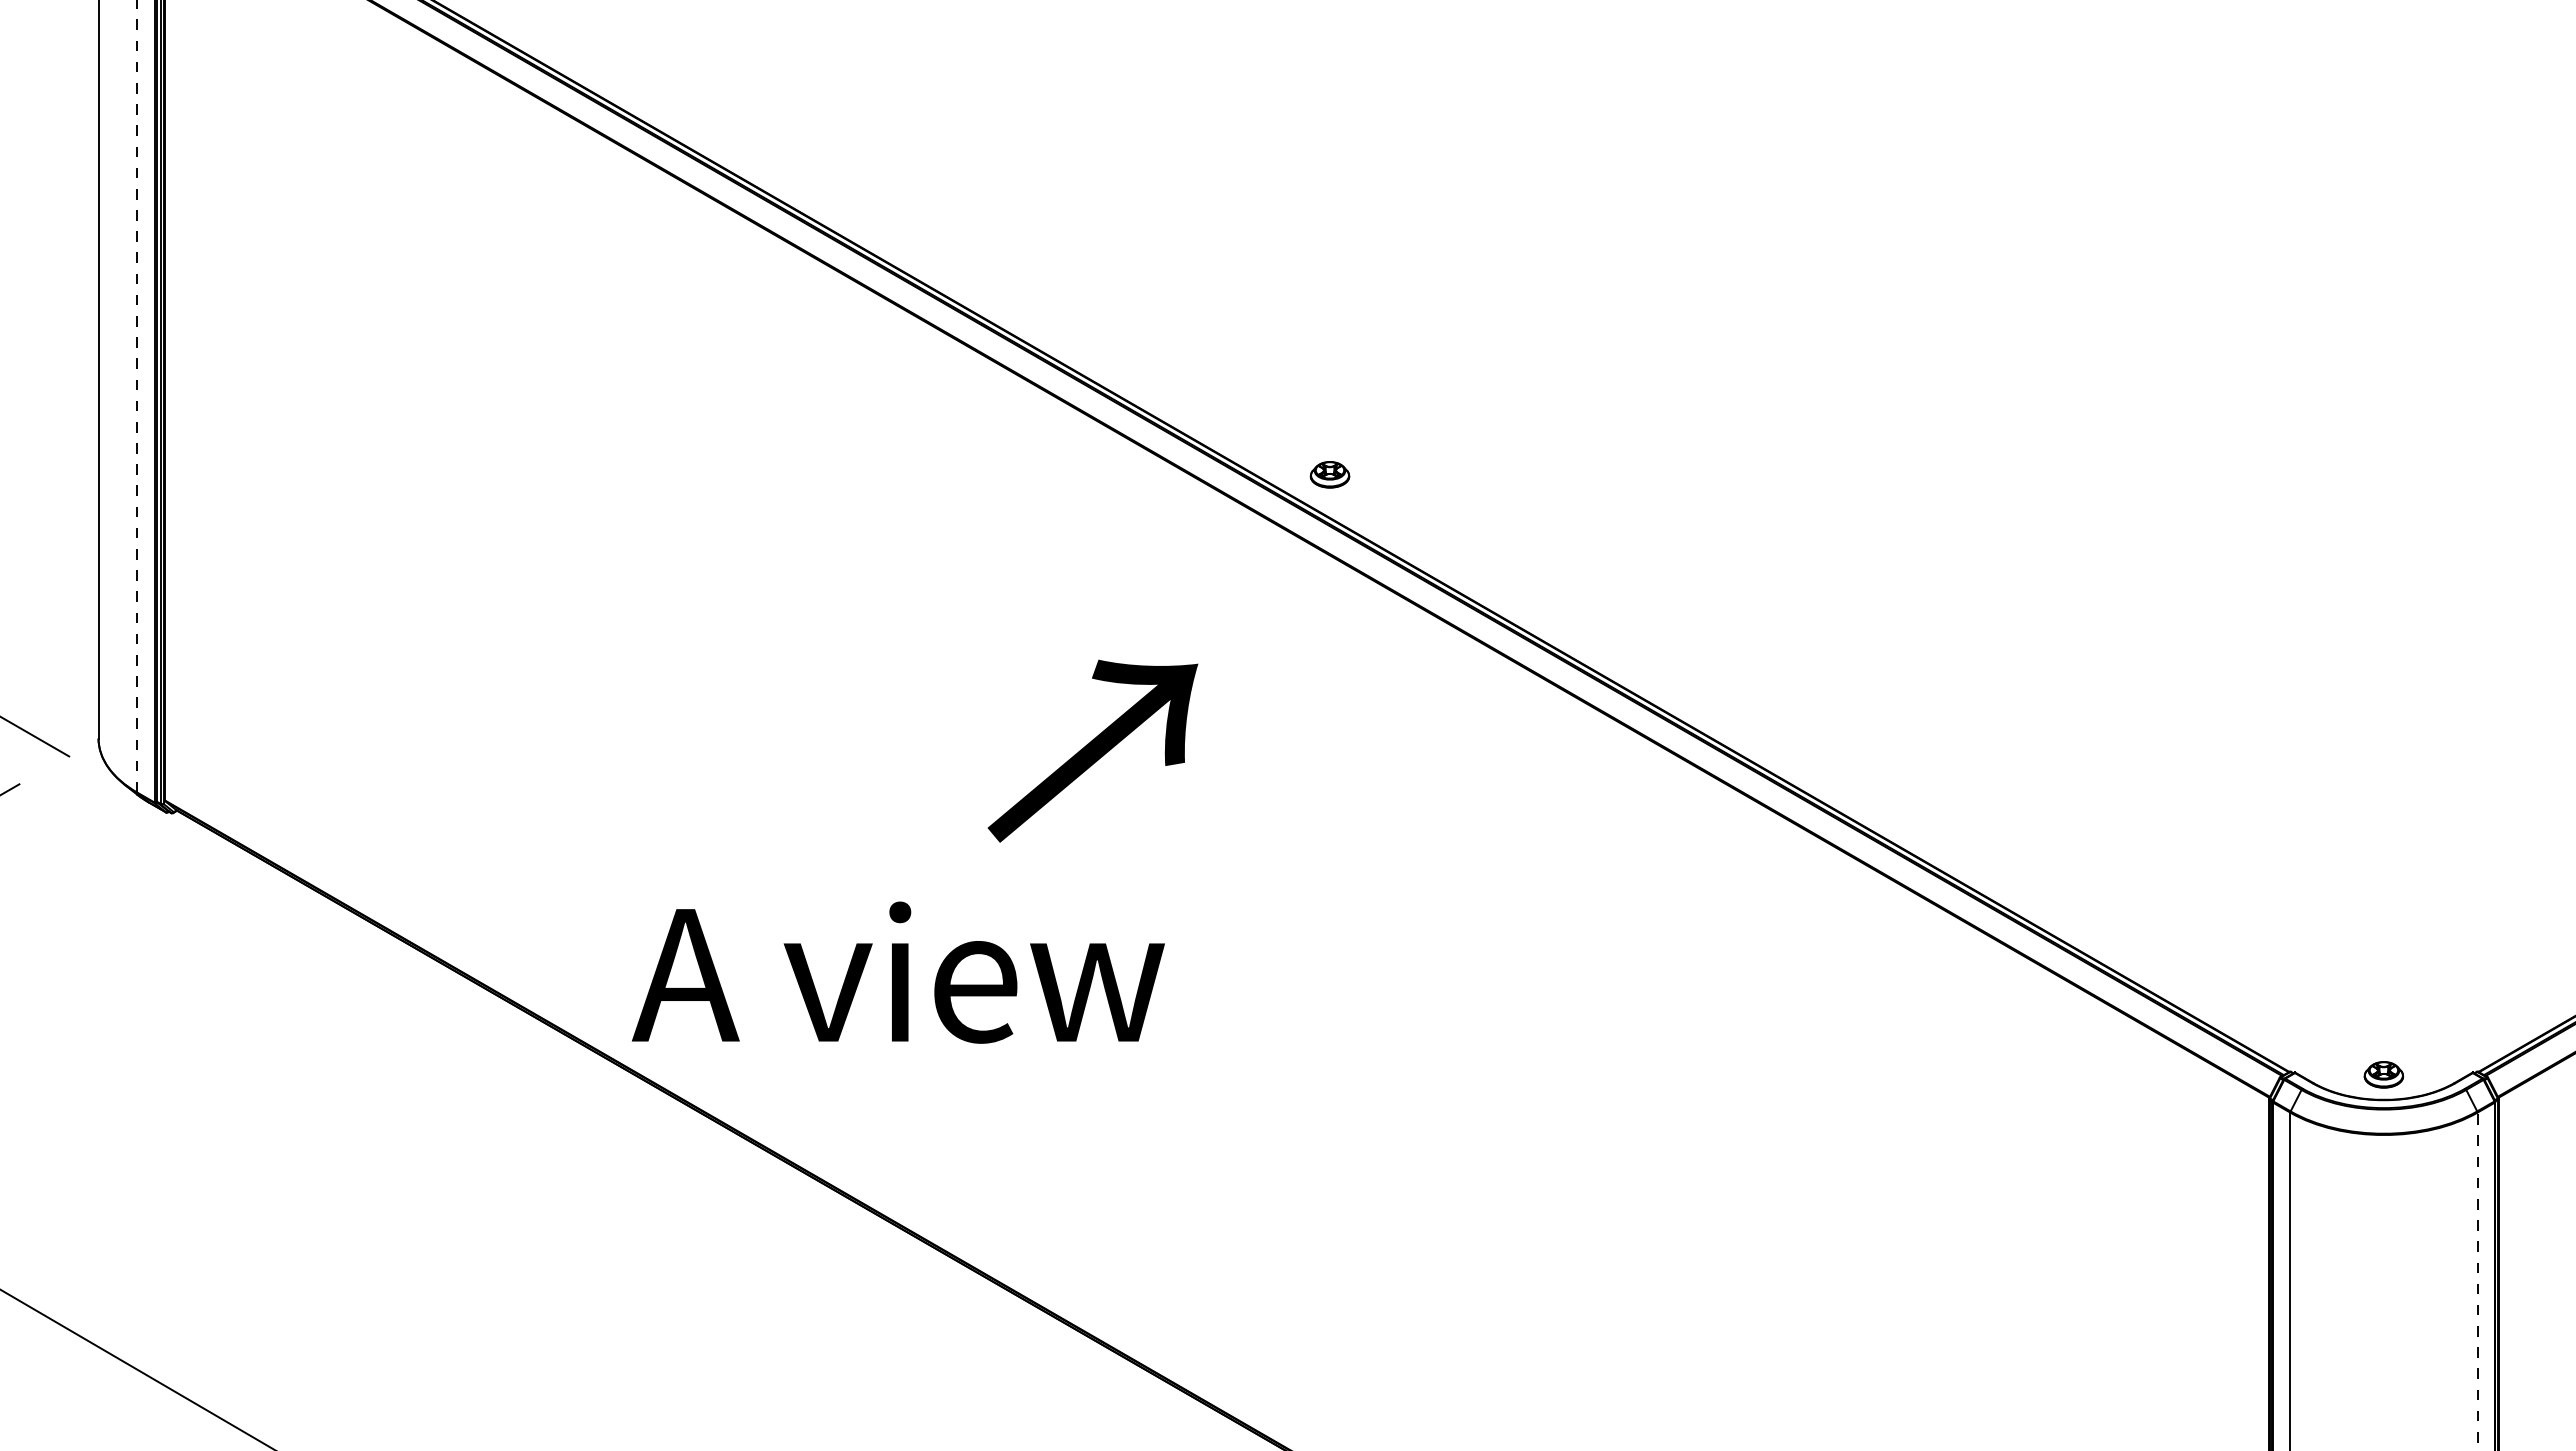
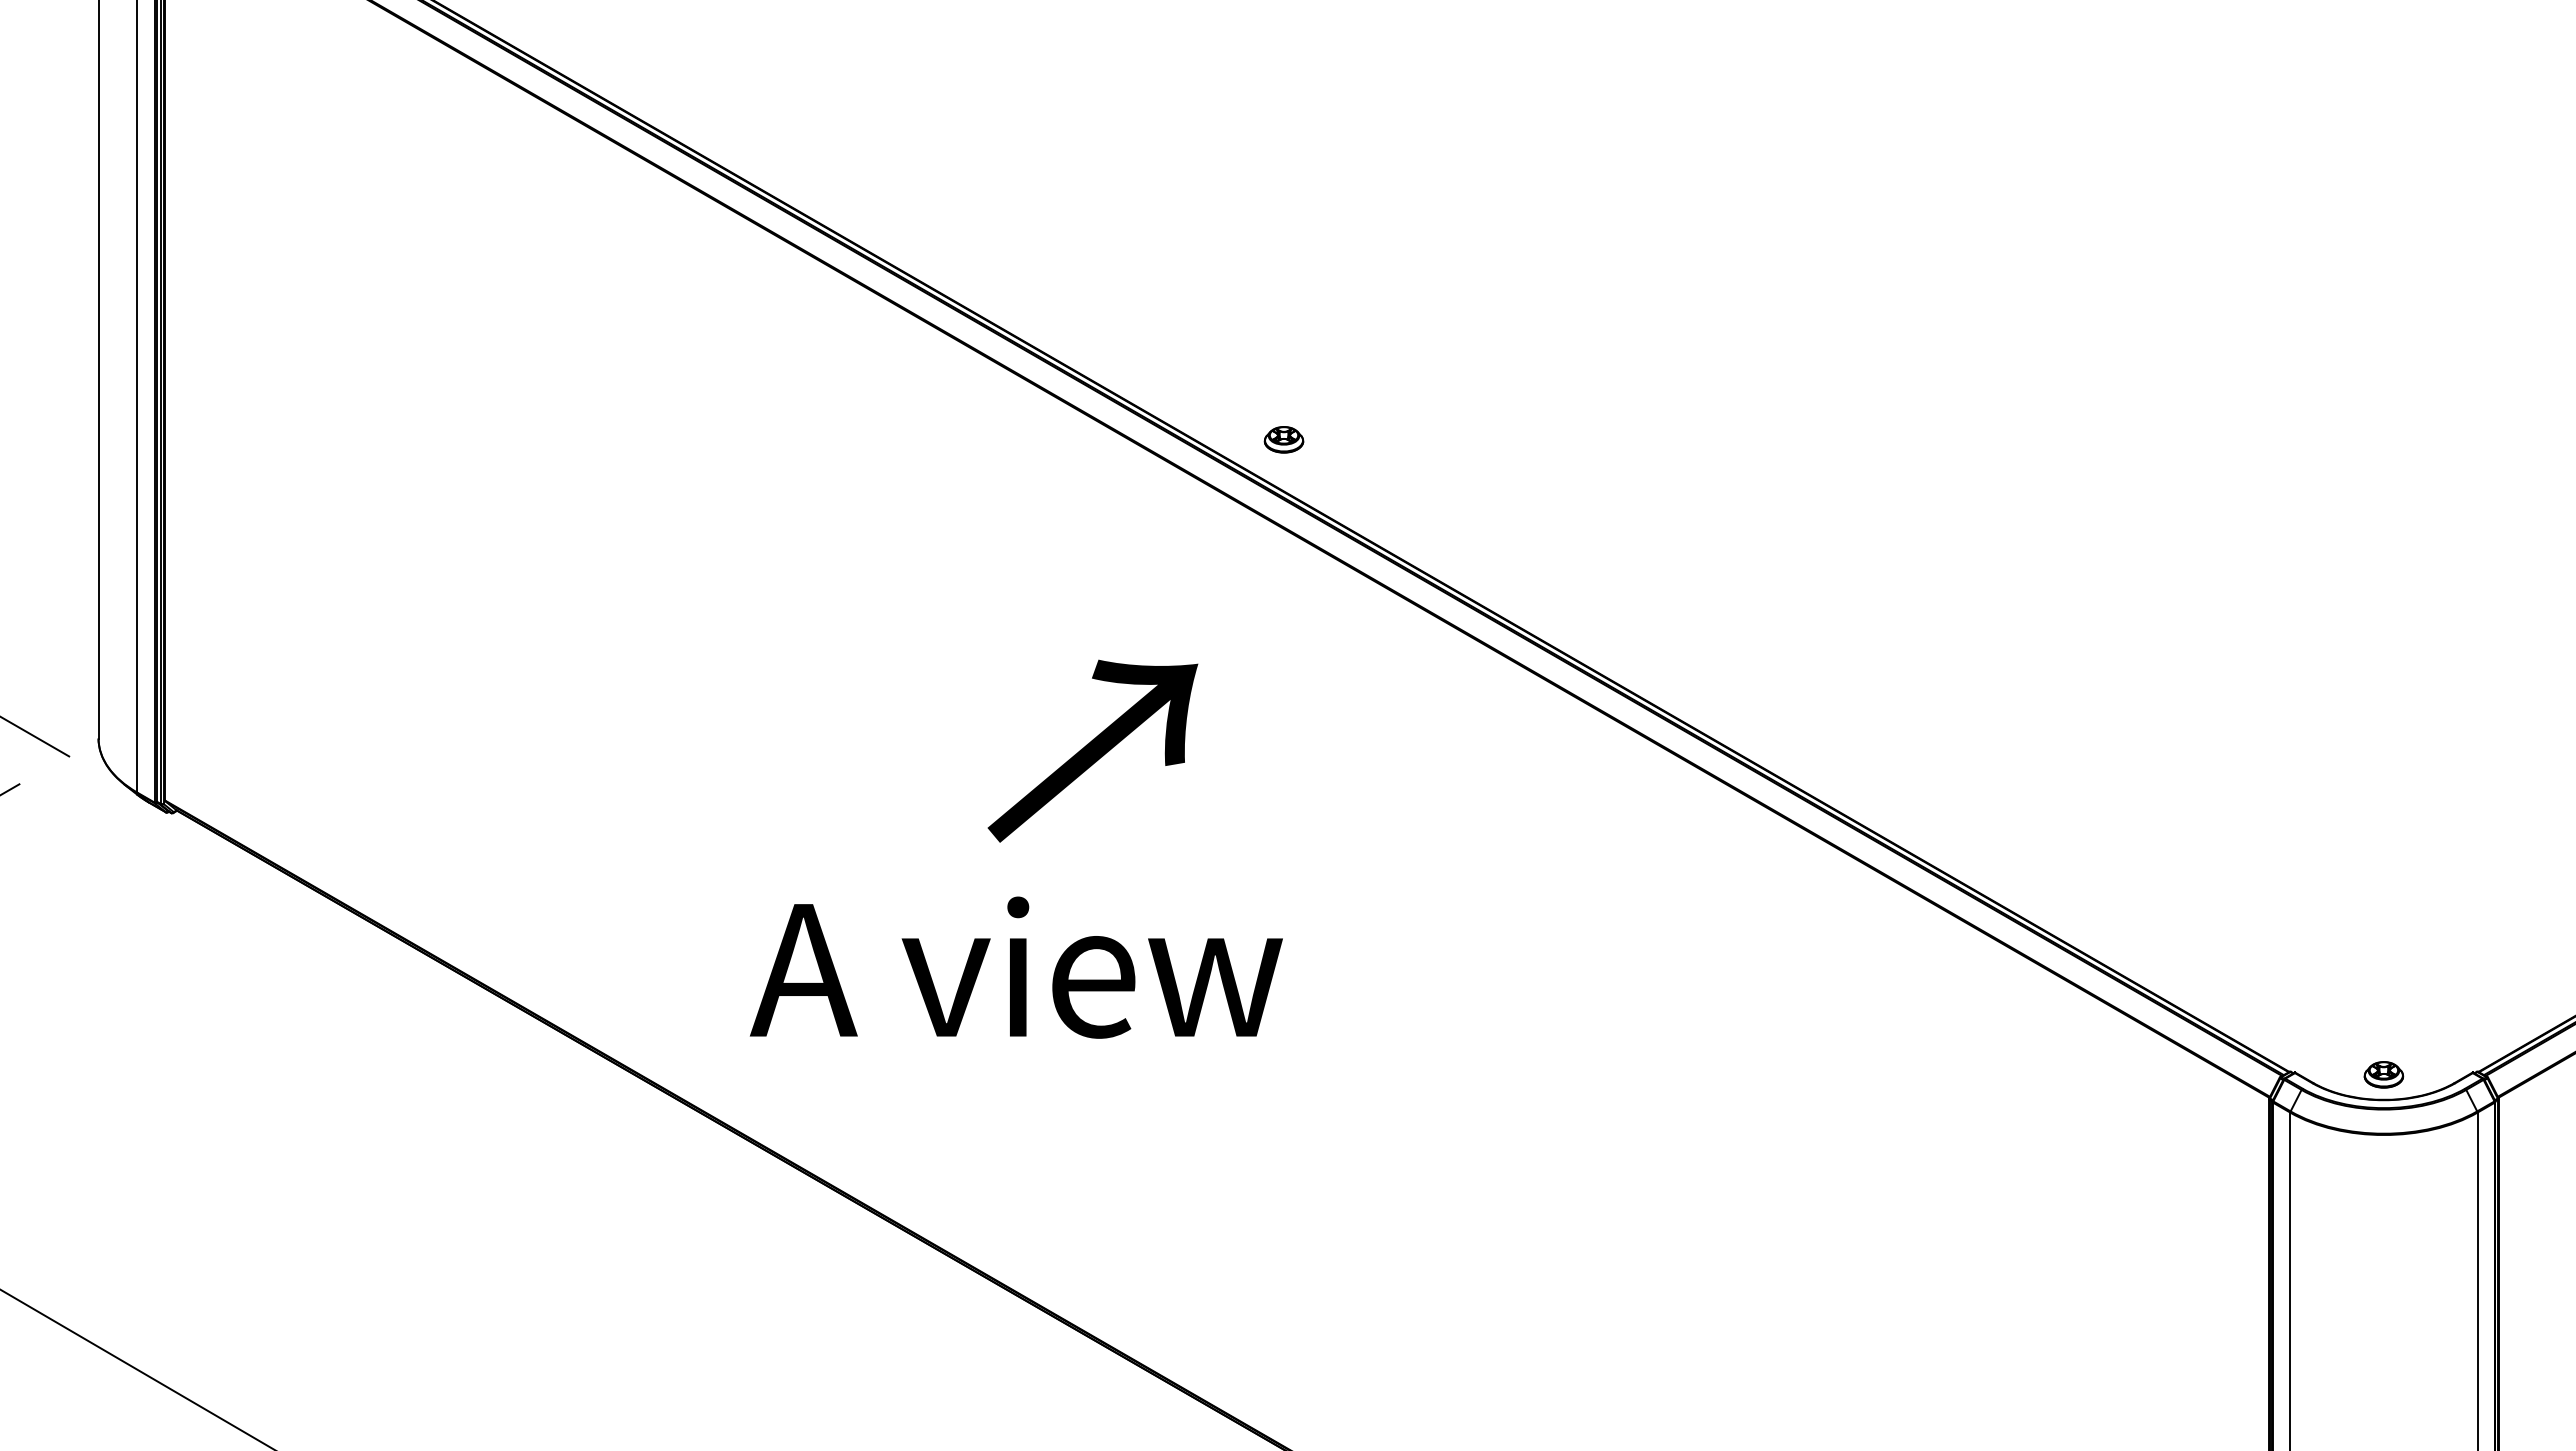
line at (137, 396): dashed -> solid
part at (1329, 474) position: (1329, 474) -> (1283, 439)
text at (897, 972) position: (897, 972) -> (1015, 967)
line at (2477, 1281): dashed -> solid
